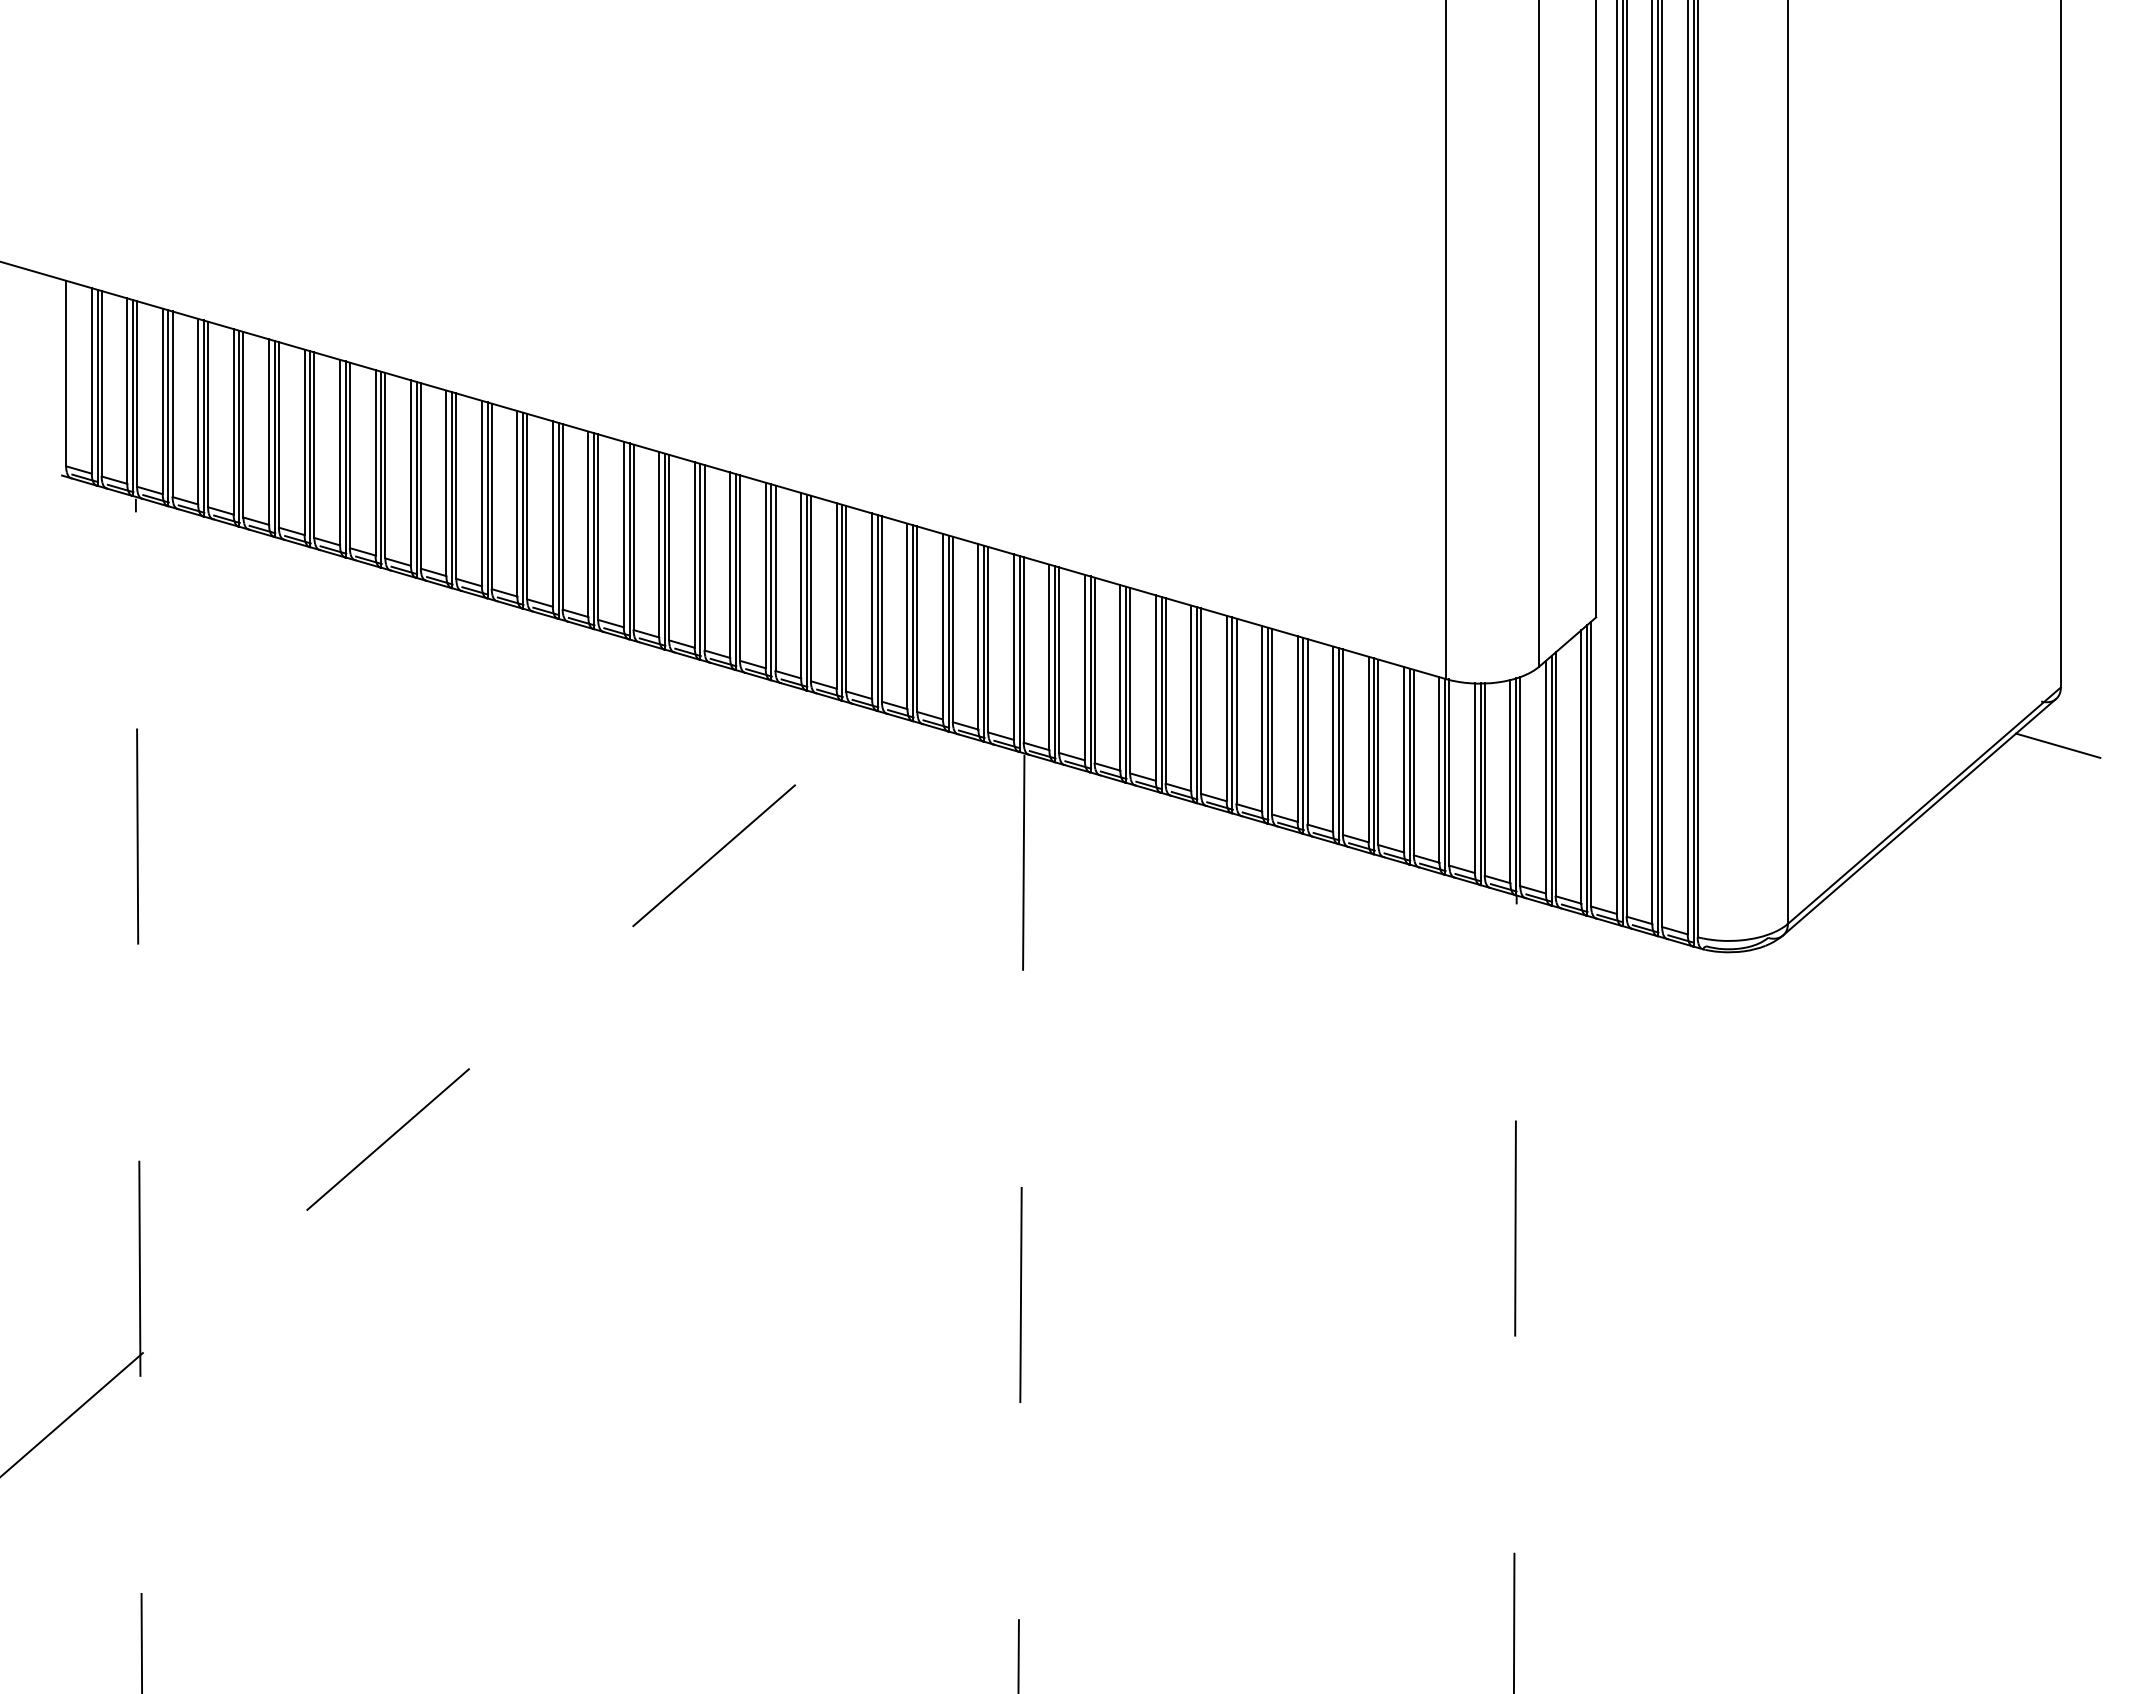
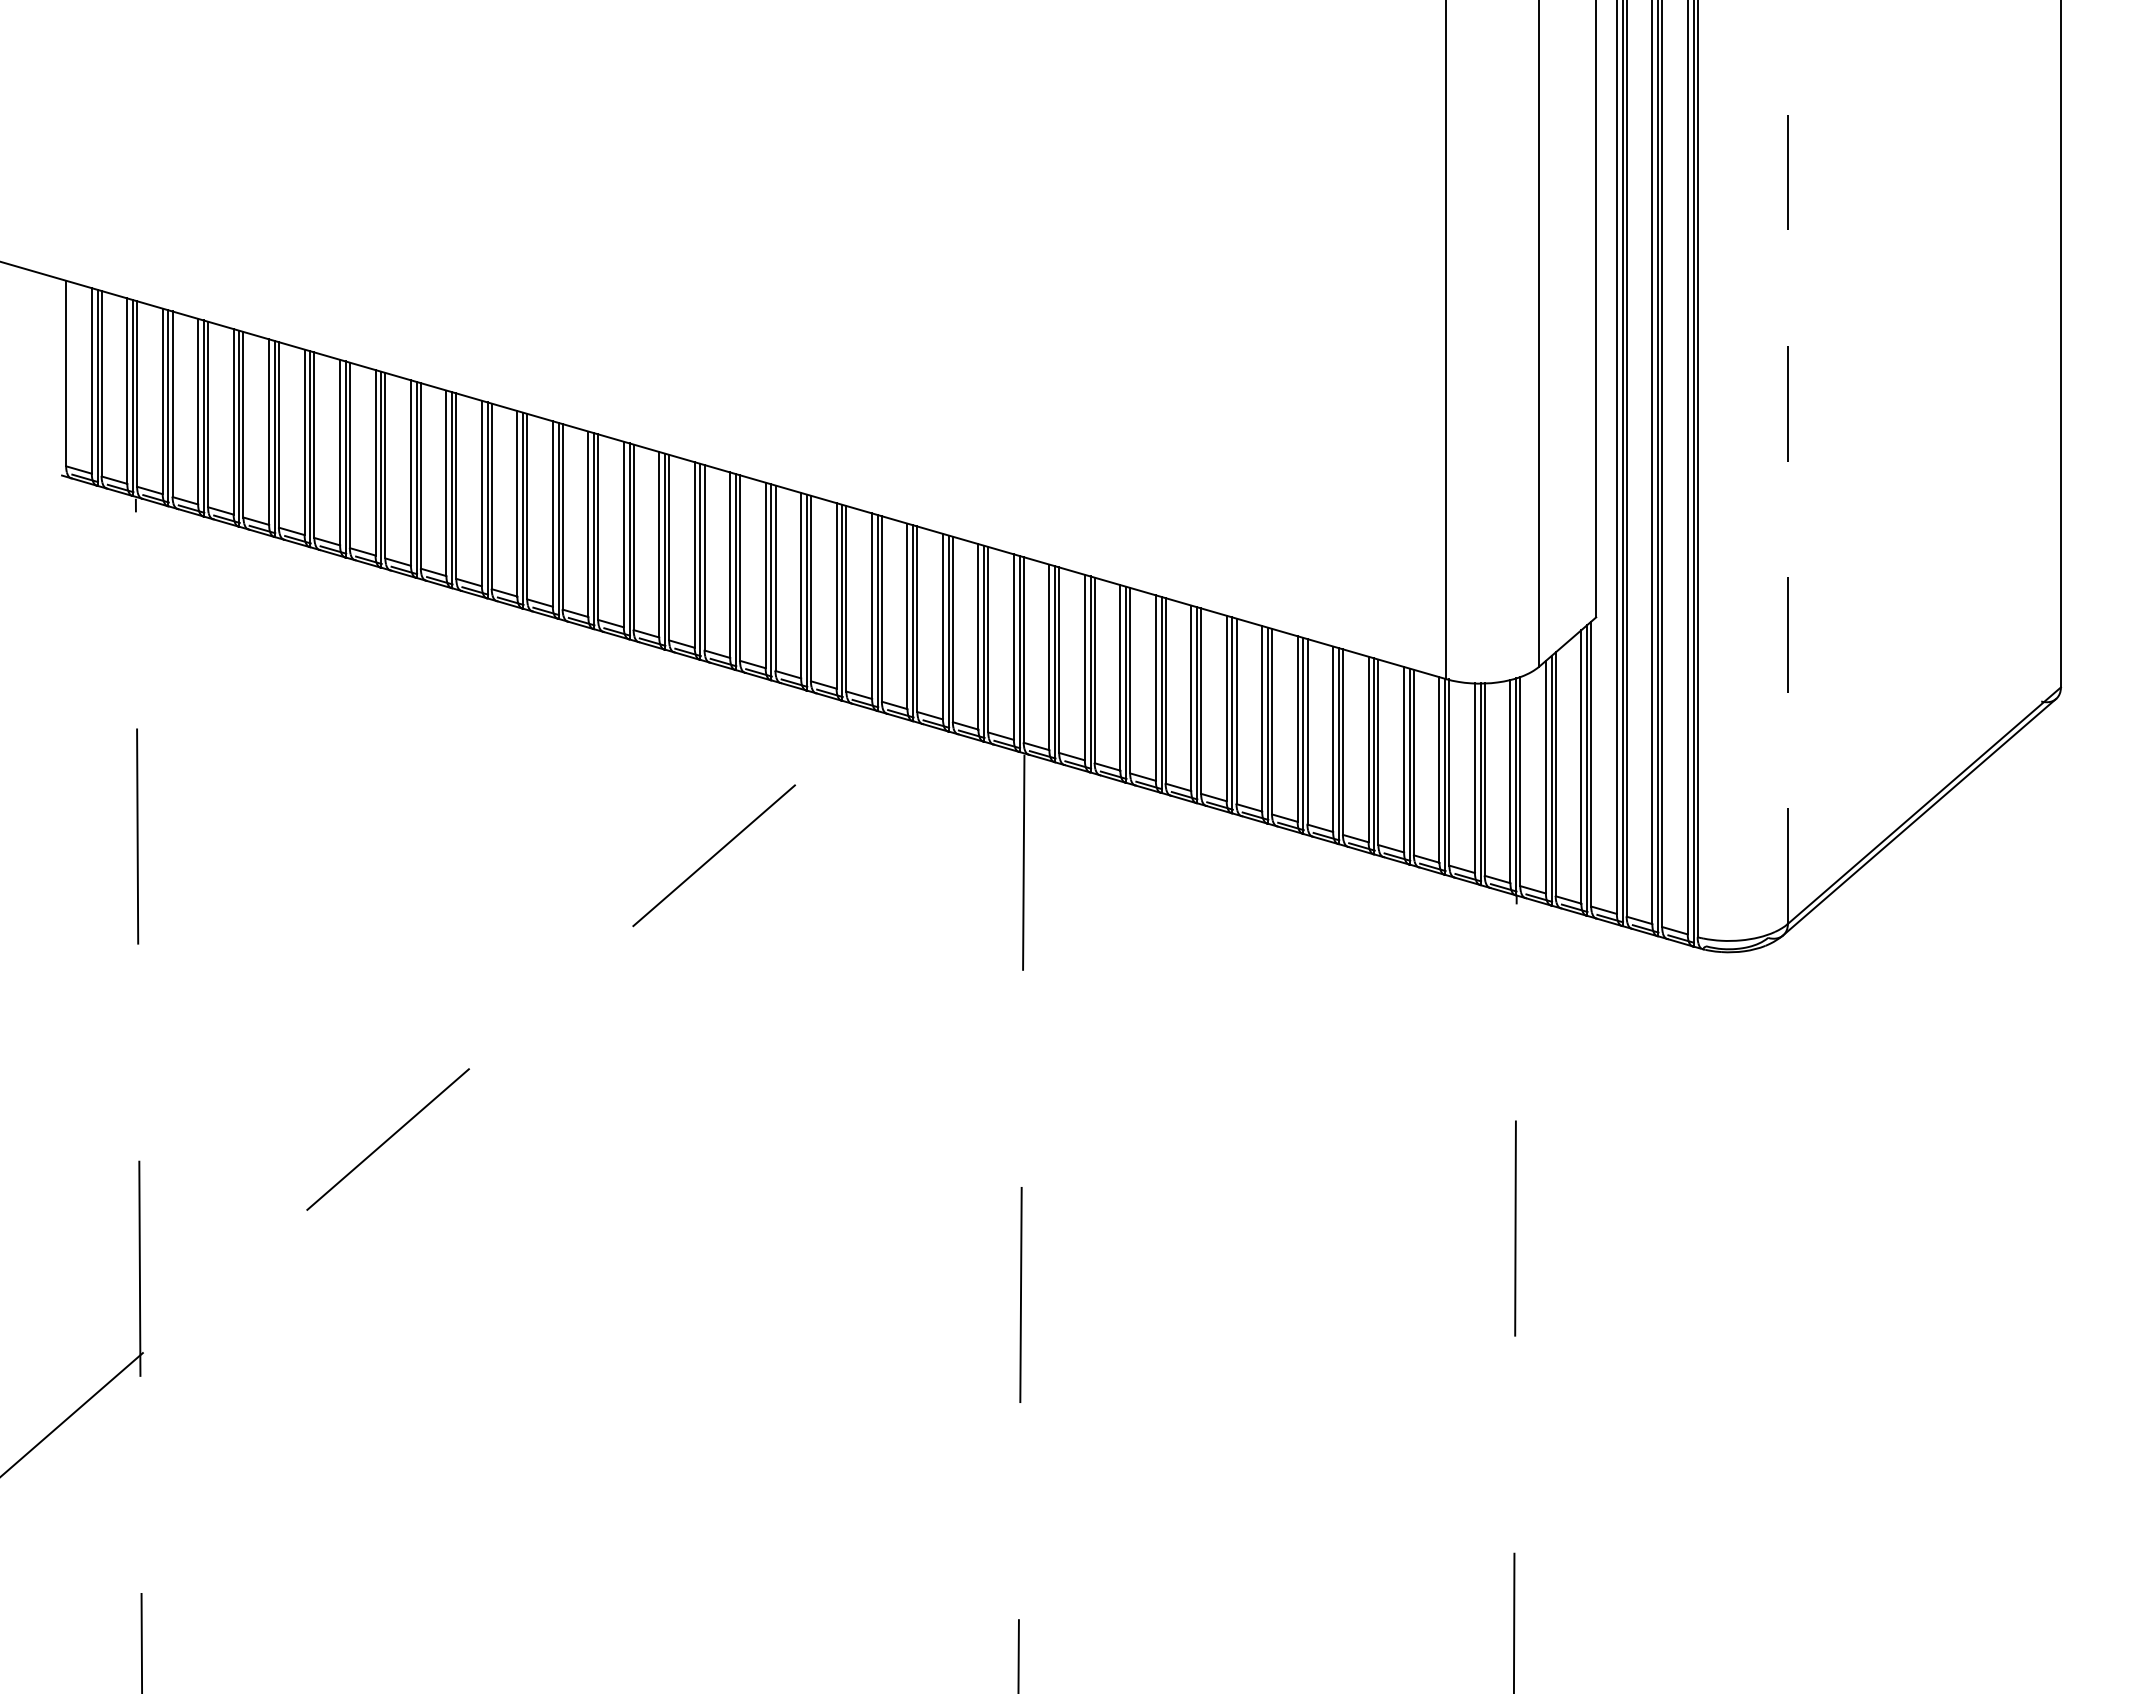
line at (1787, 462): solid -> dashed
line at (2058, 745): present -> none
